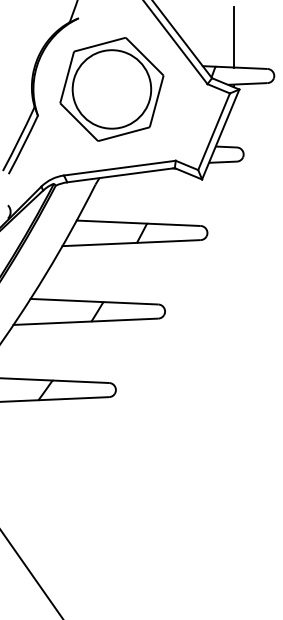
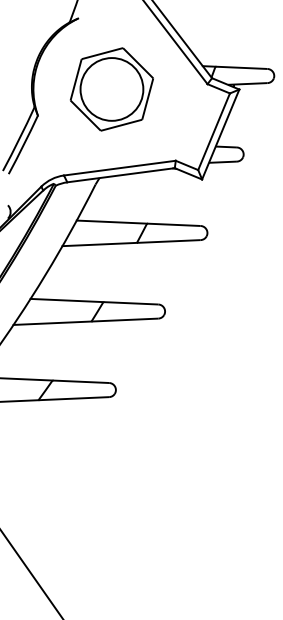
line at (233, 37): present -> none
part at (111, 89) size: 106x105 px -> 85x85 px
